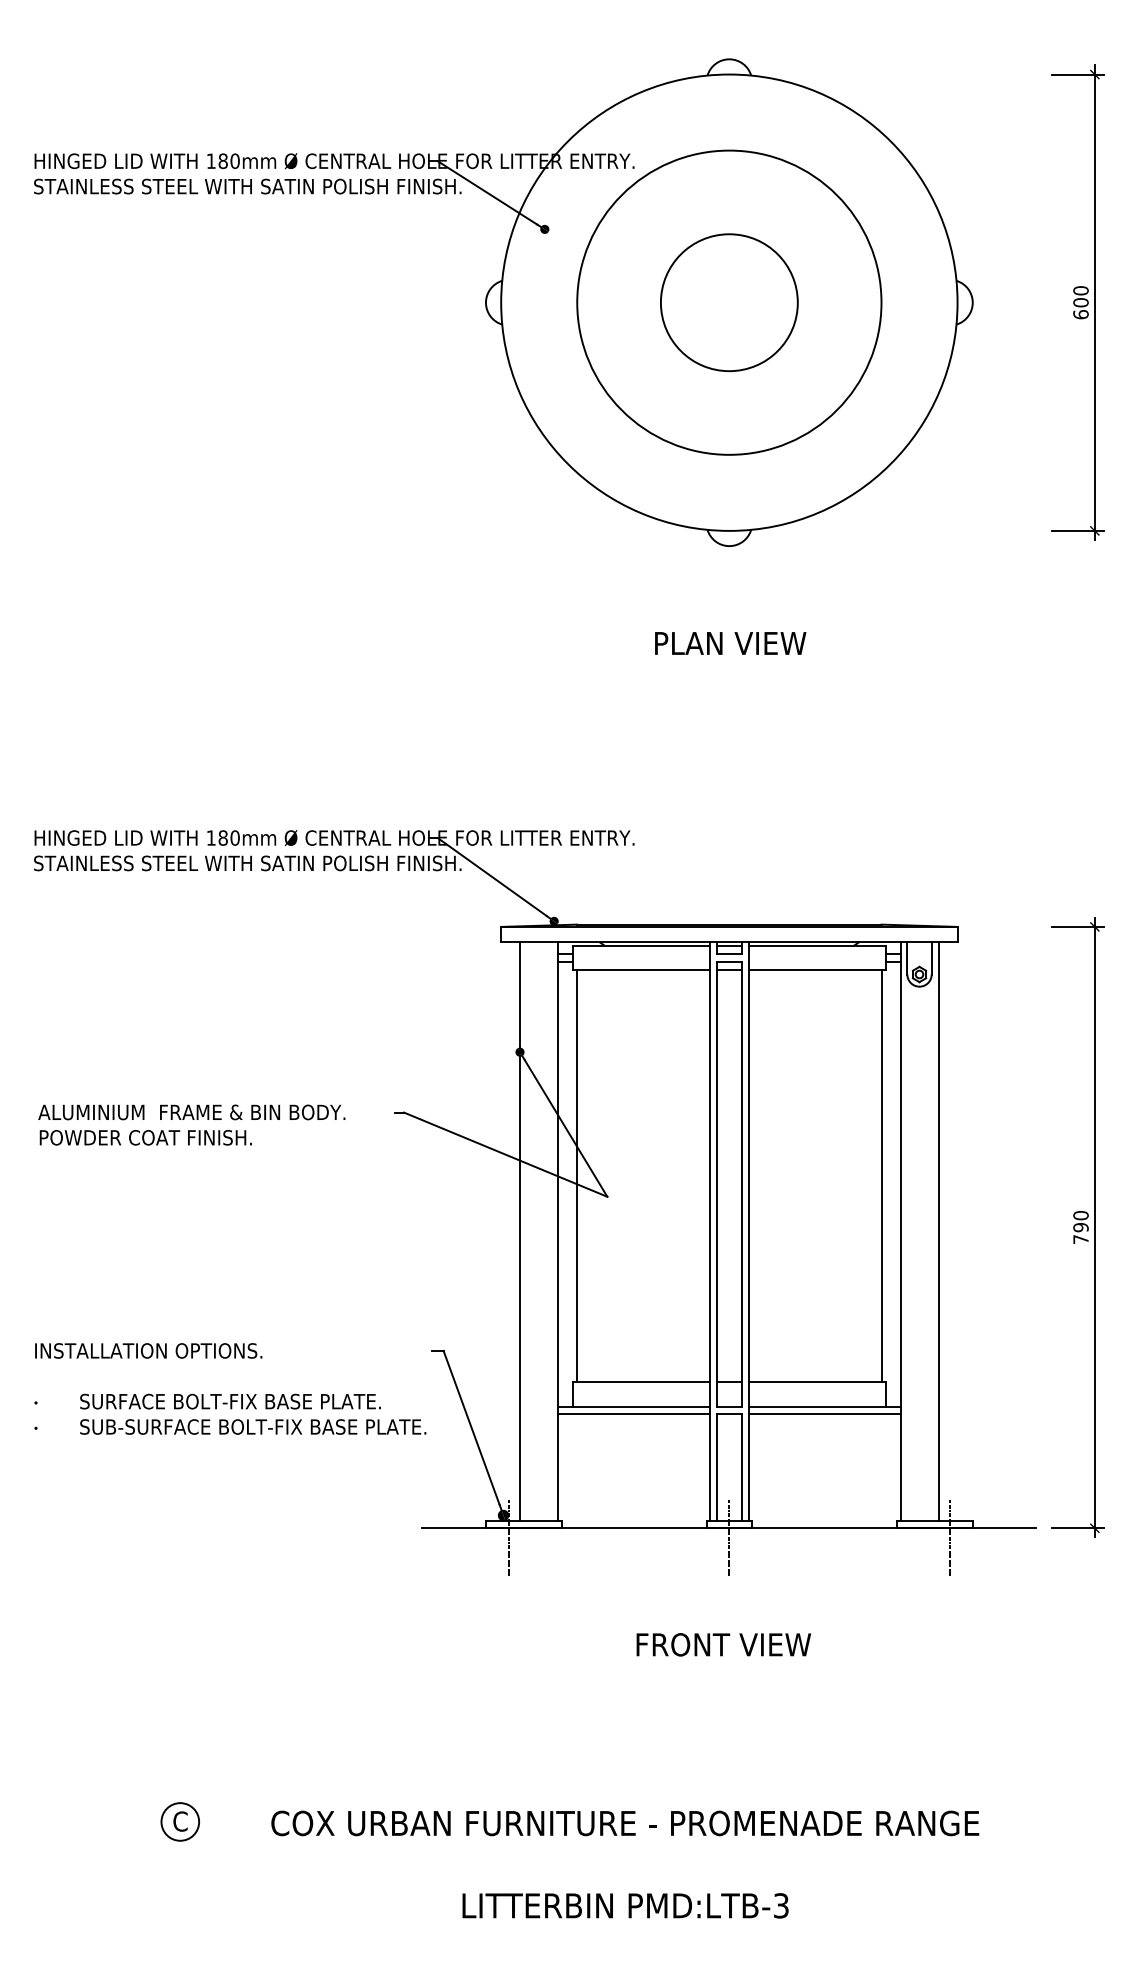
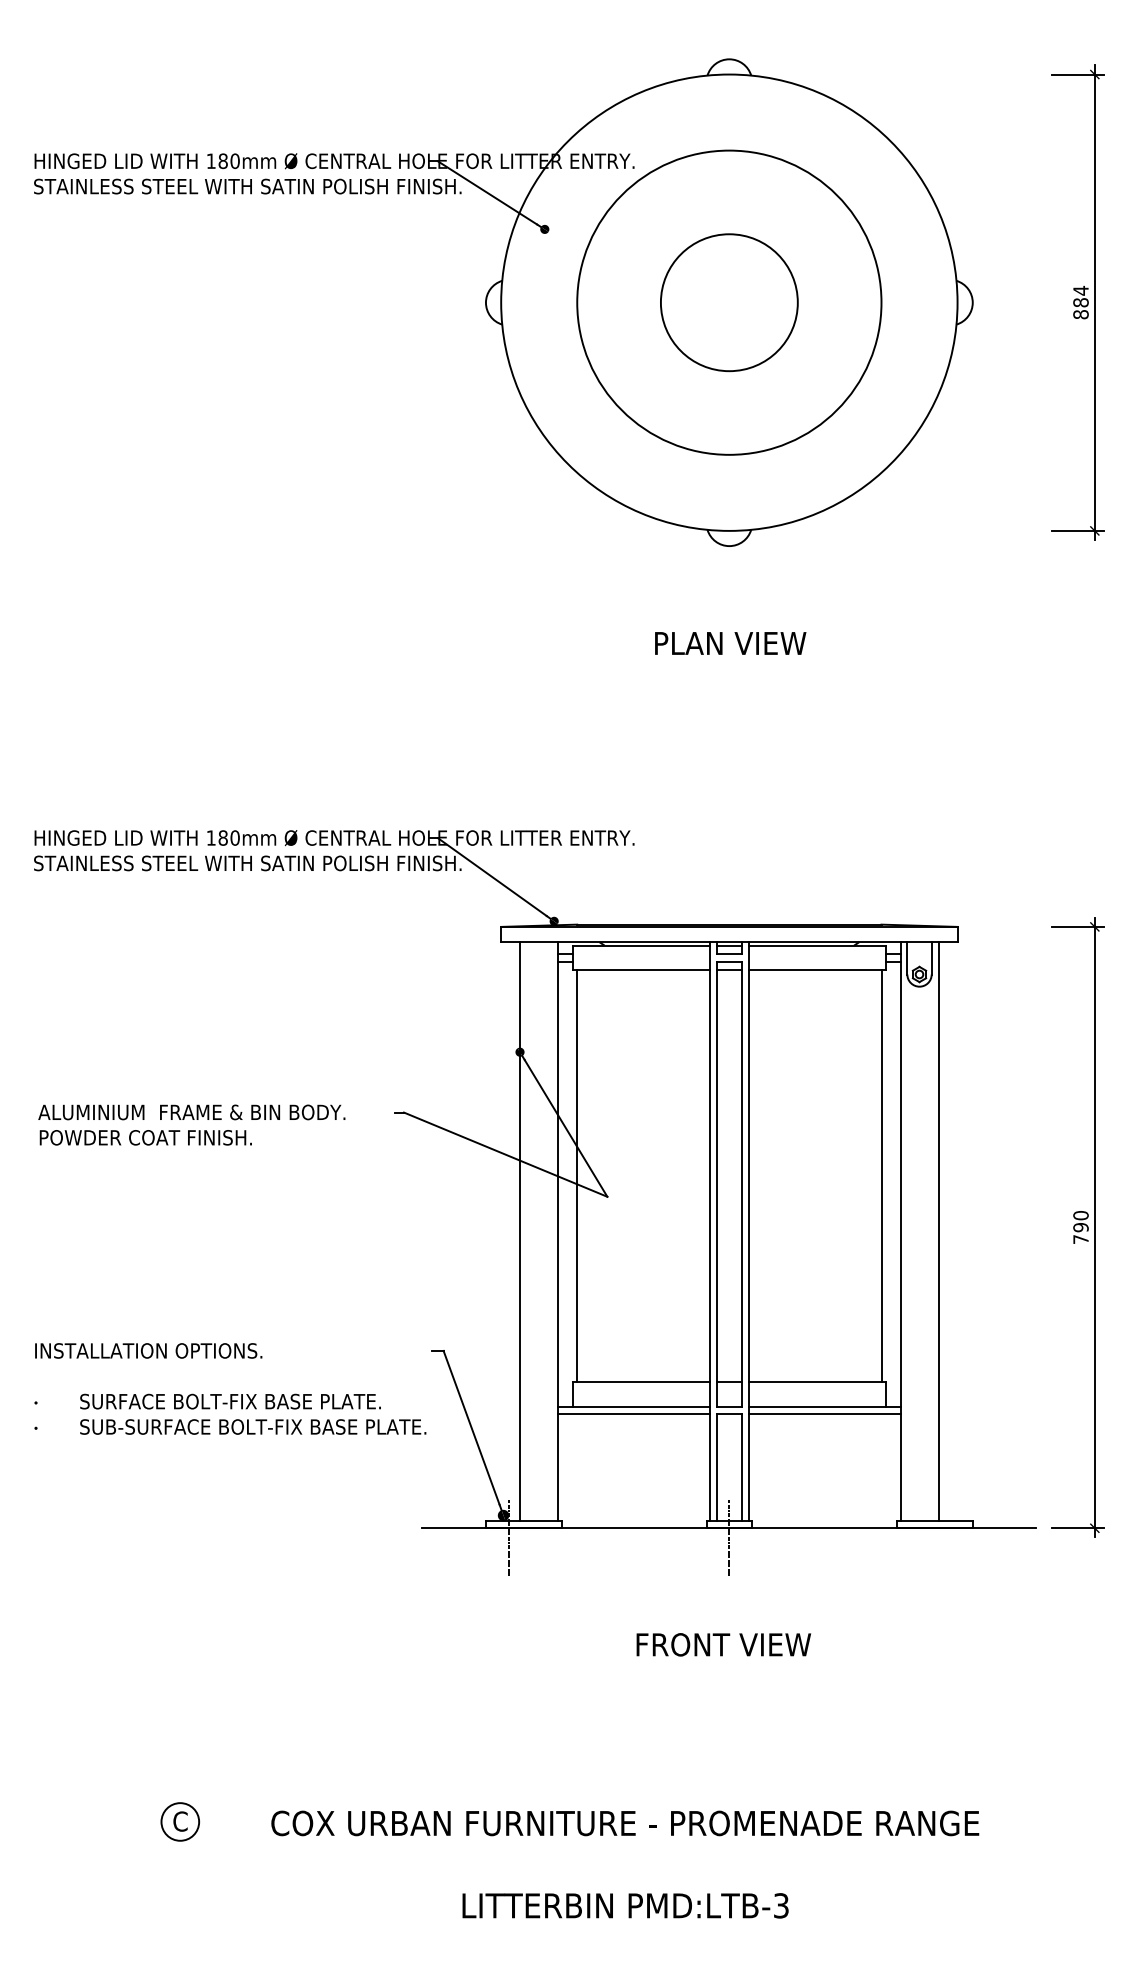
text at (1080, 302): 600 -> 884
line at (949, 1538): present -> none
